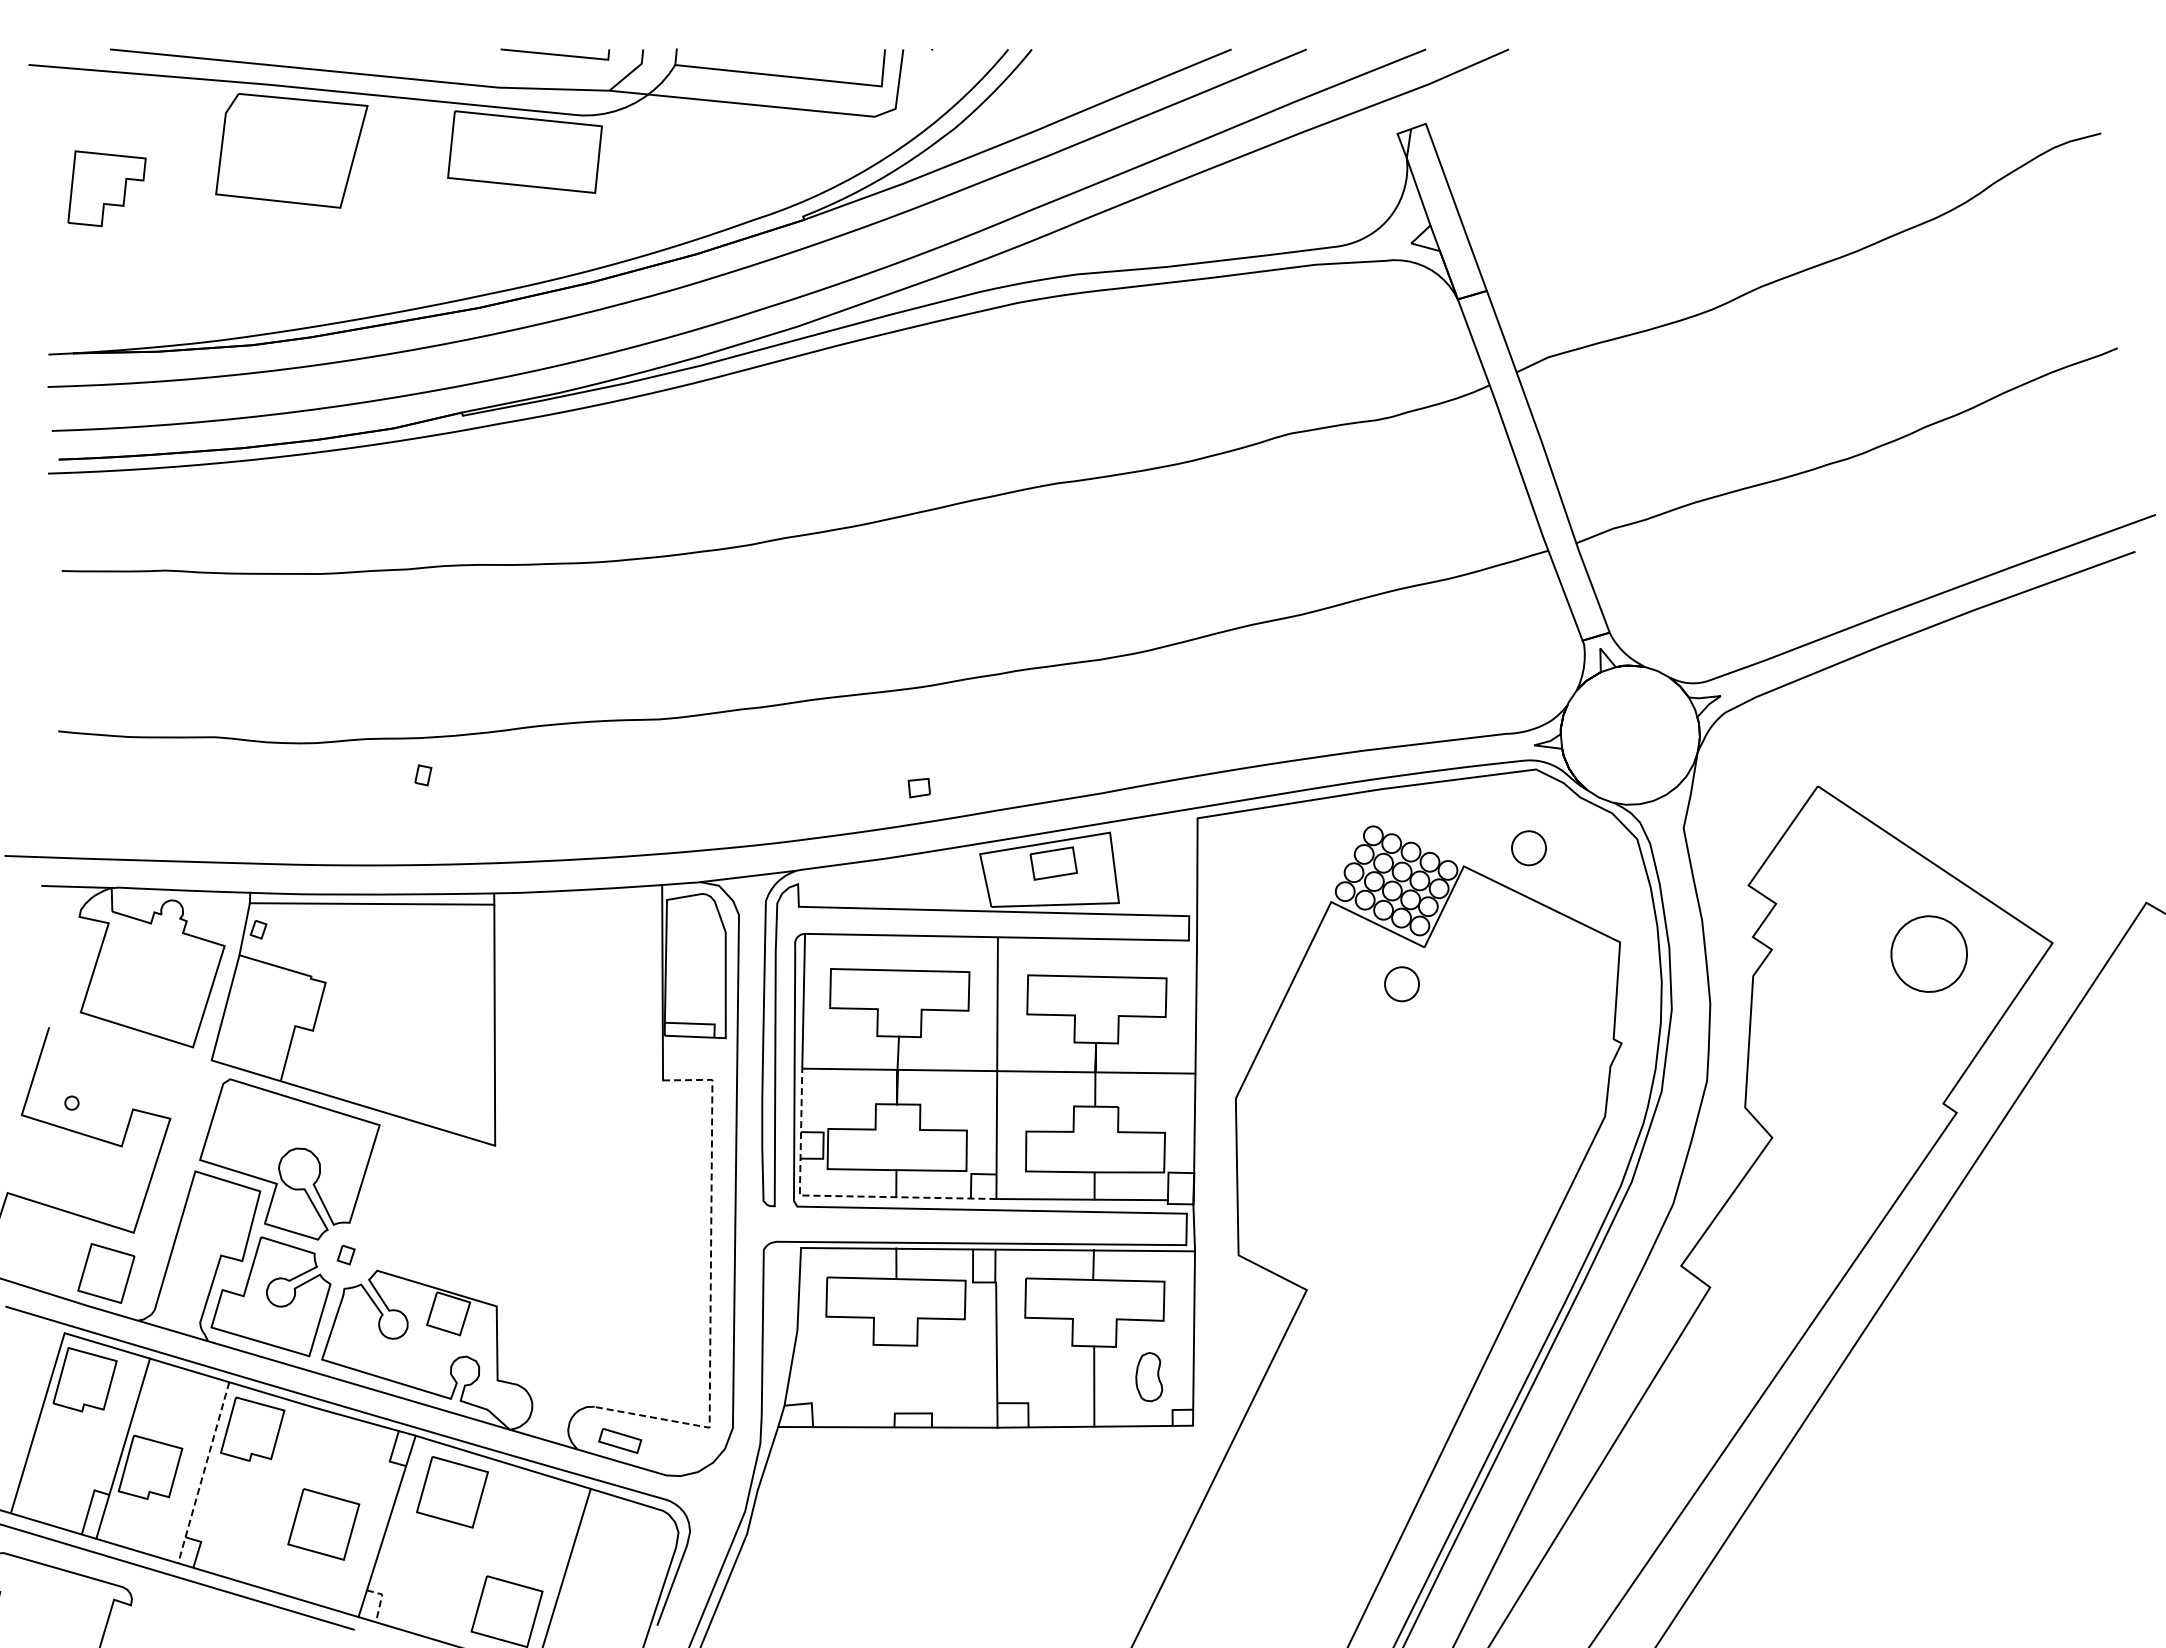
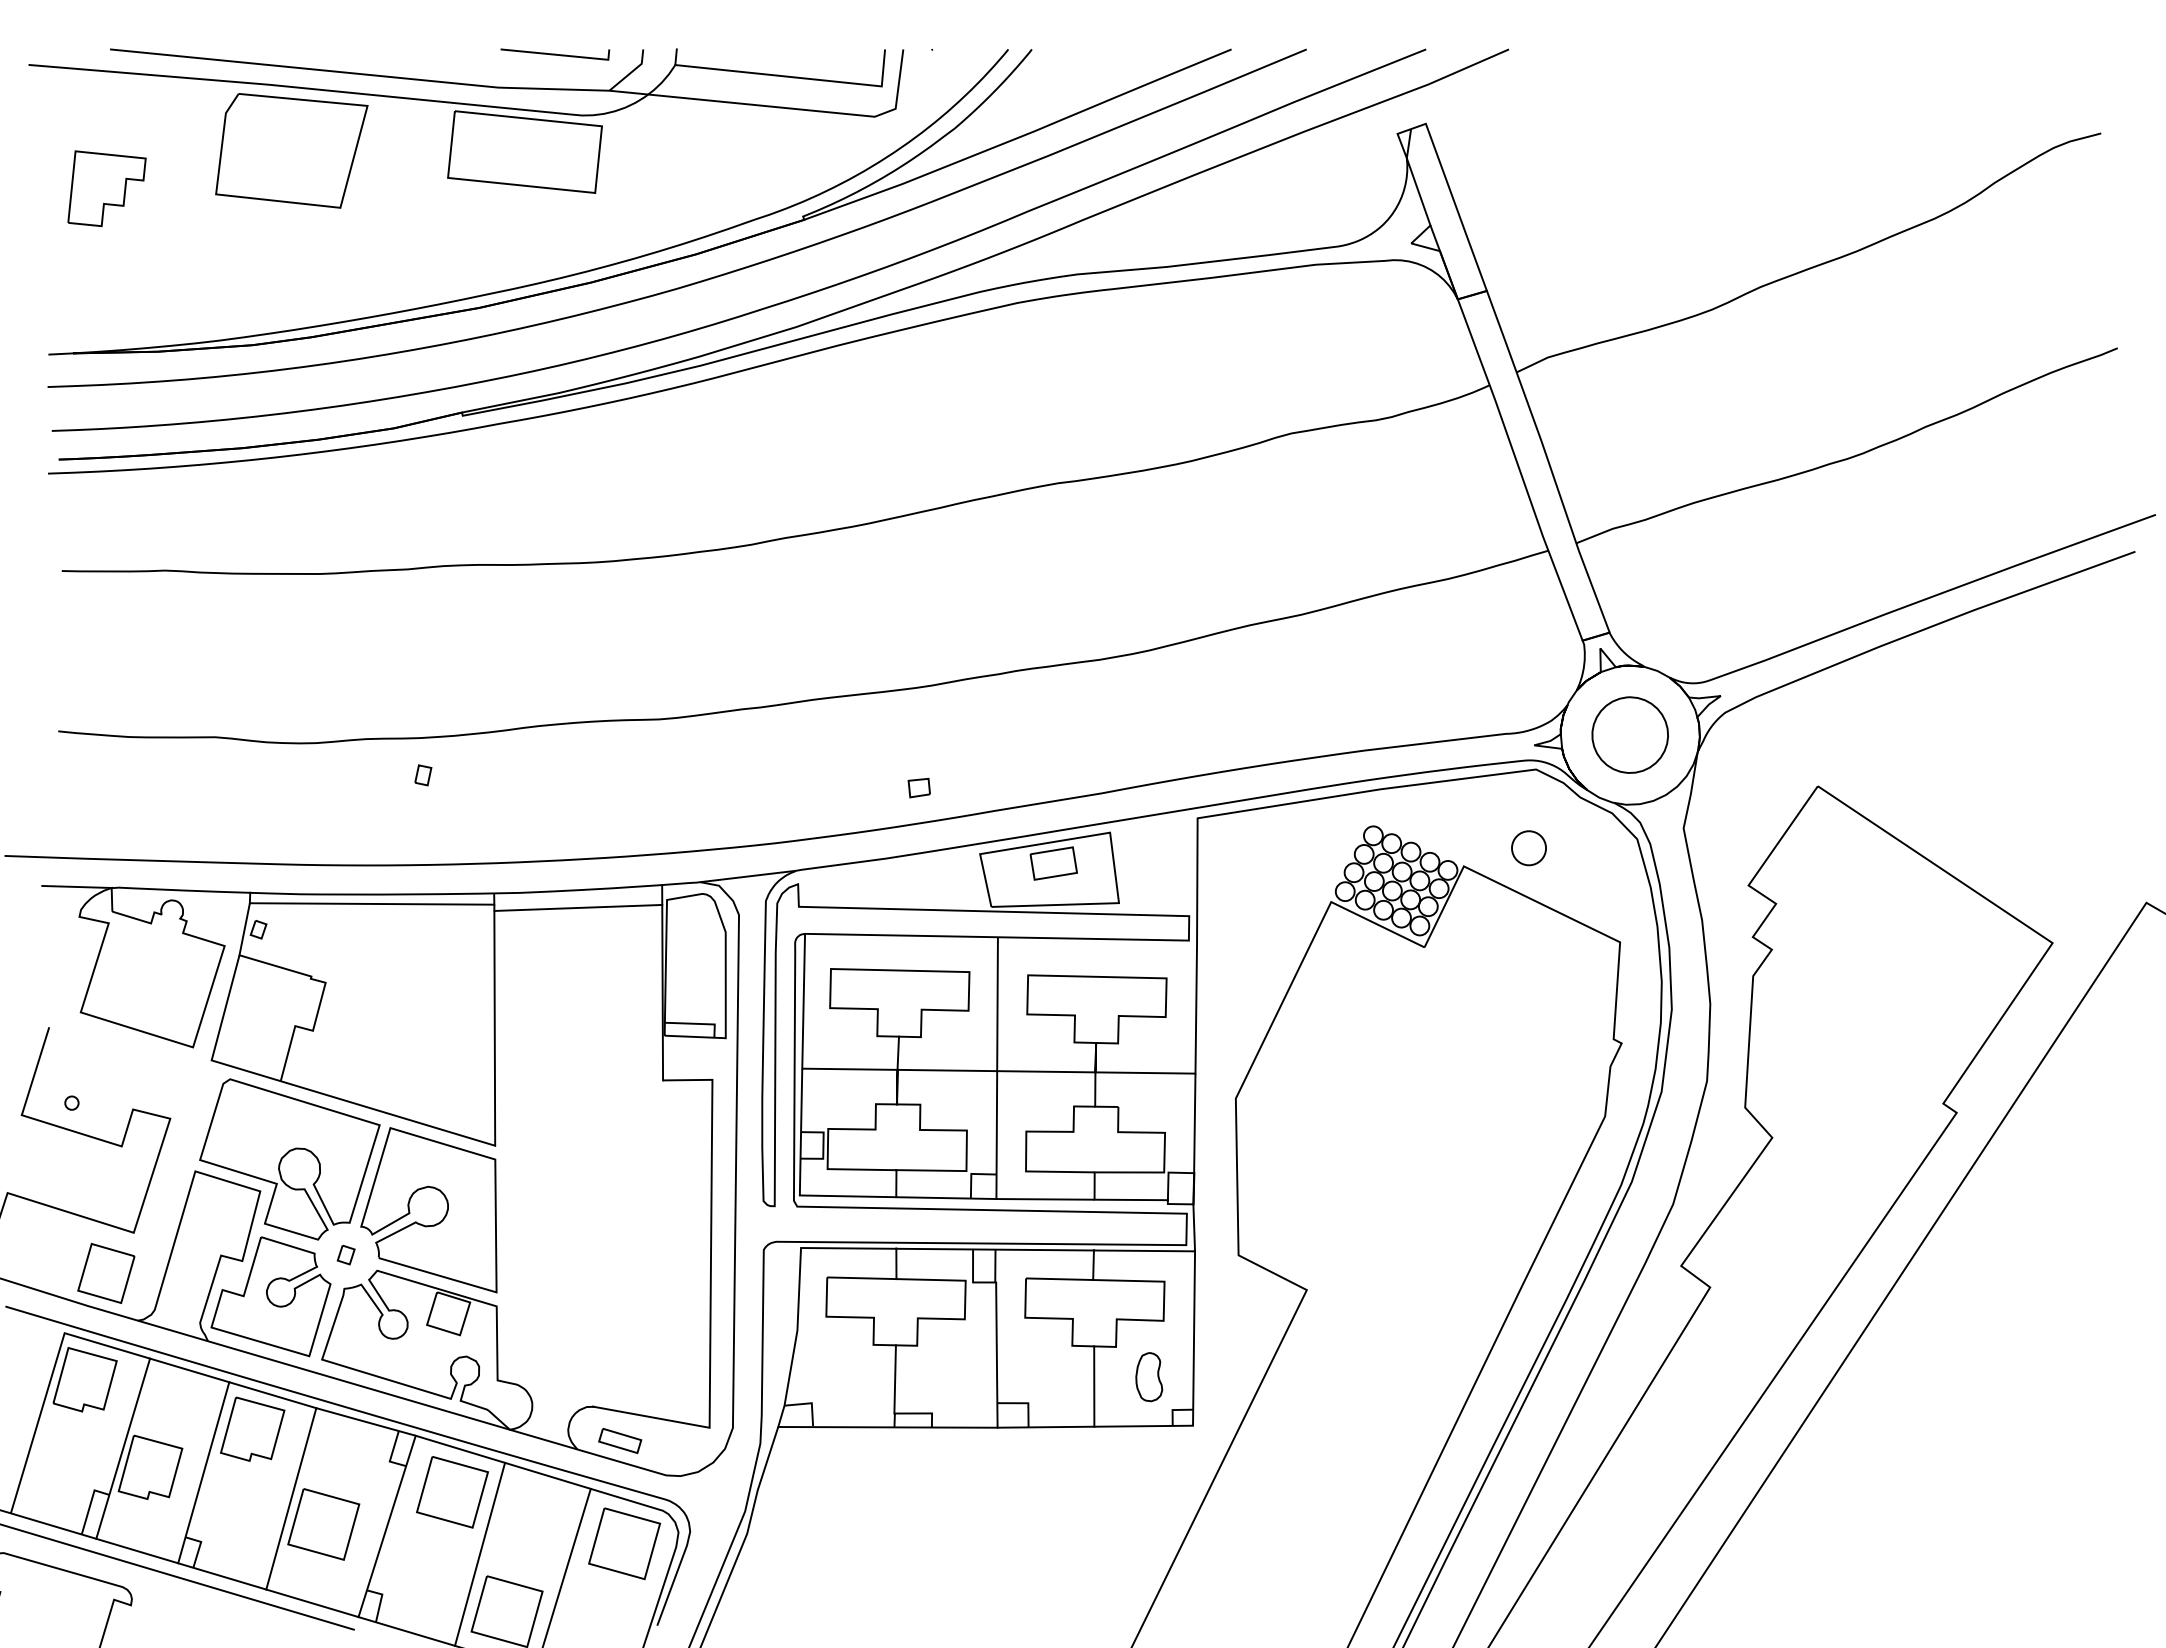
line at (578, 907): none -> present
part at (1928, 953) position: (1928, 953) -> (1629, 734)
circle at (1401, 984): present -> none
line at (833, 1196): dashed -> solid
curve at (423, 1224): none -> present
line at (710, 1288): dashed -> solid
line at (894, 1379): none -> present
line at (203, 1473): dashed -> solid
line at (291, 1498): none -> present
part at (624, 1543): none -> present
line at (480, 1553): none -> present
line at (381, 1600): dashed -> solid
